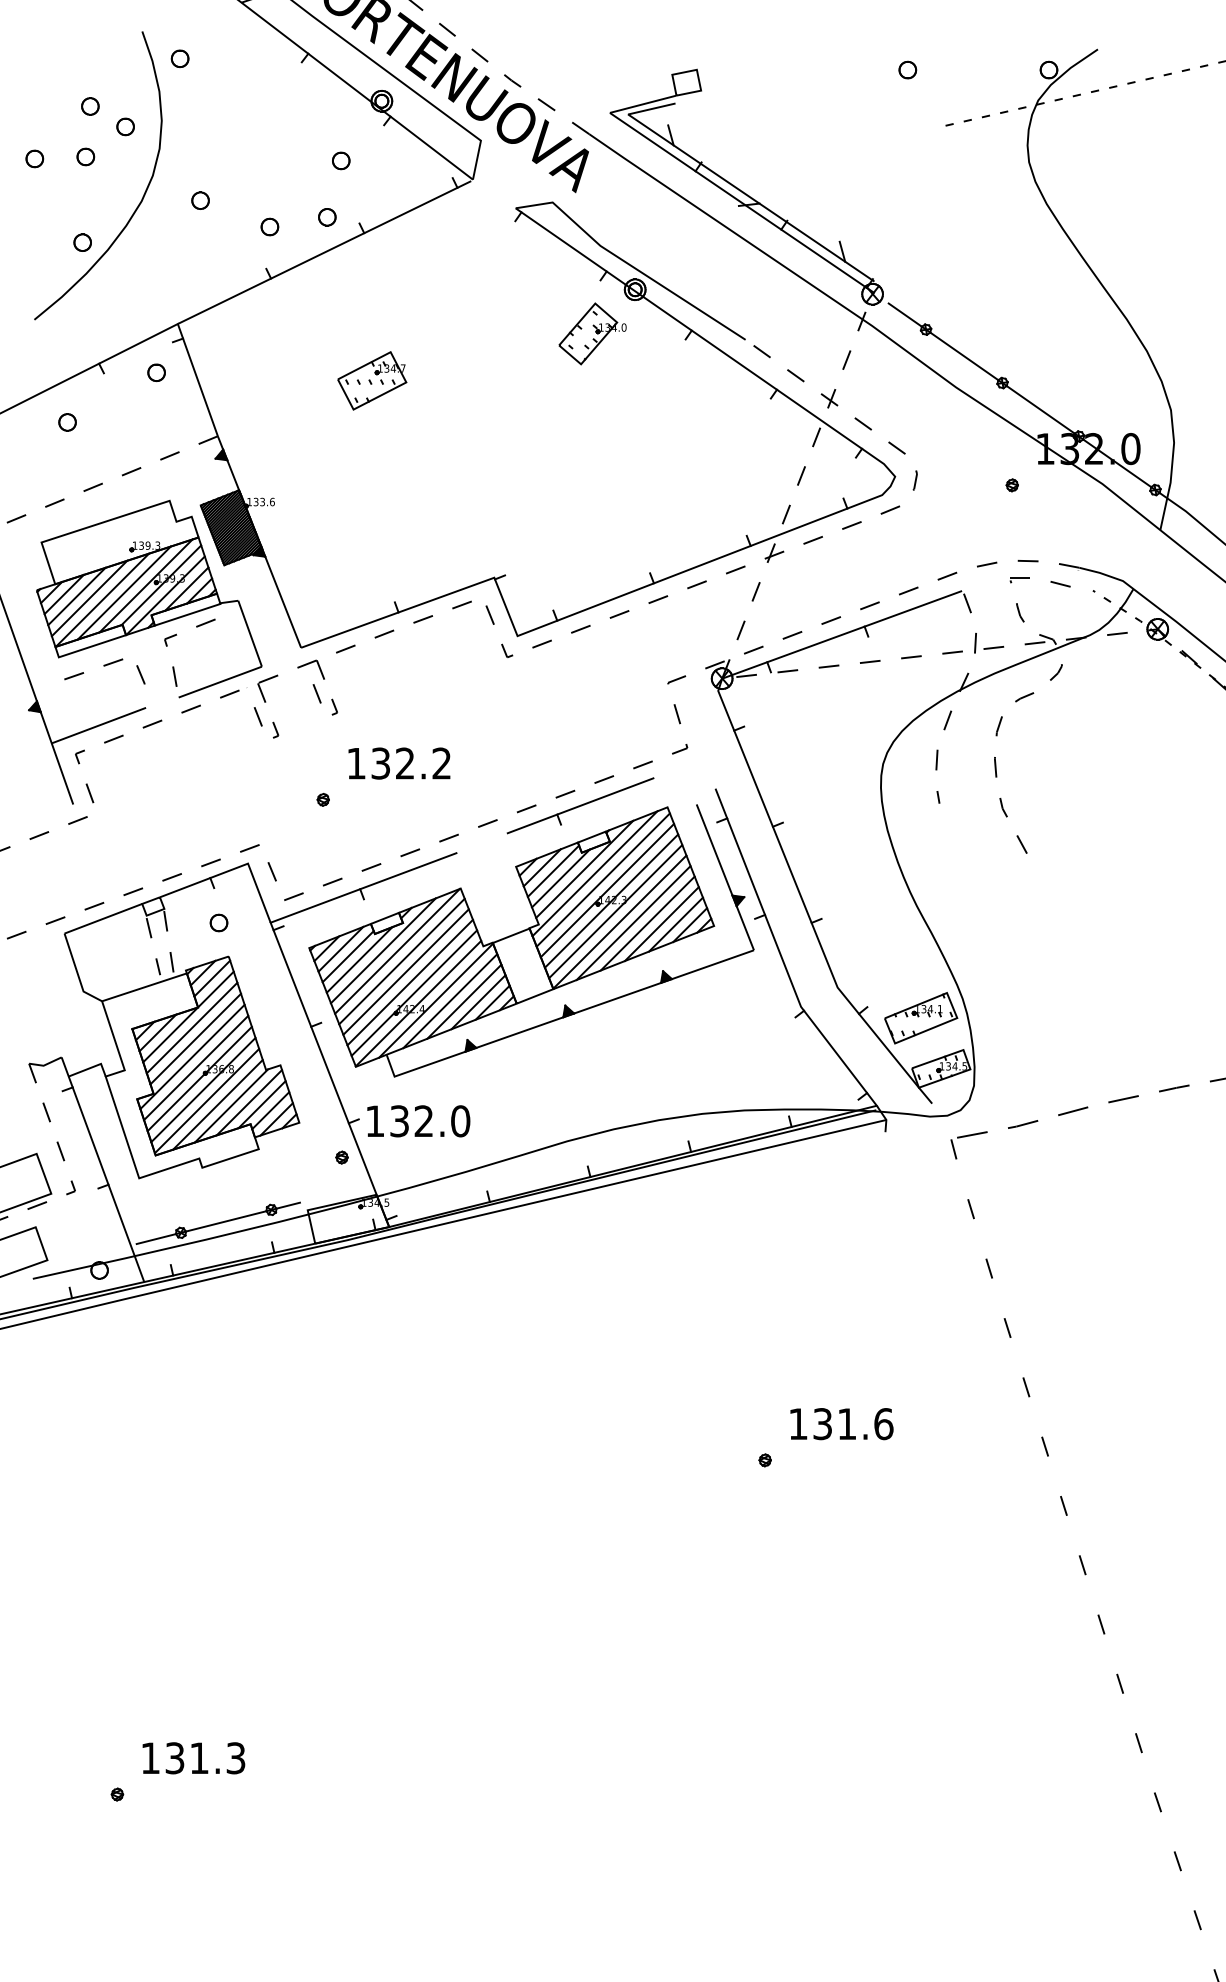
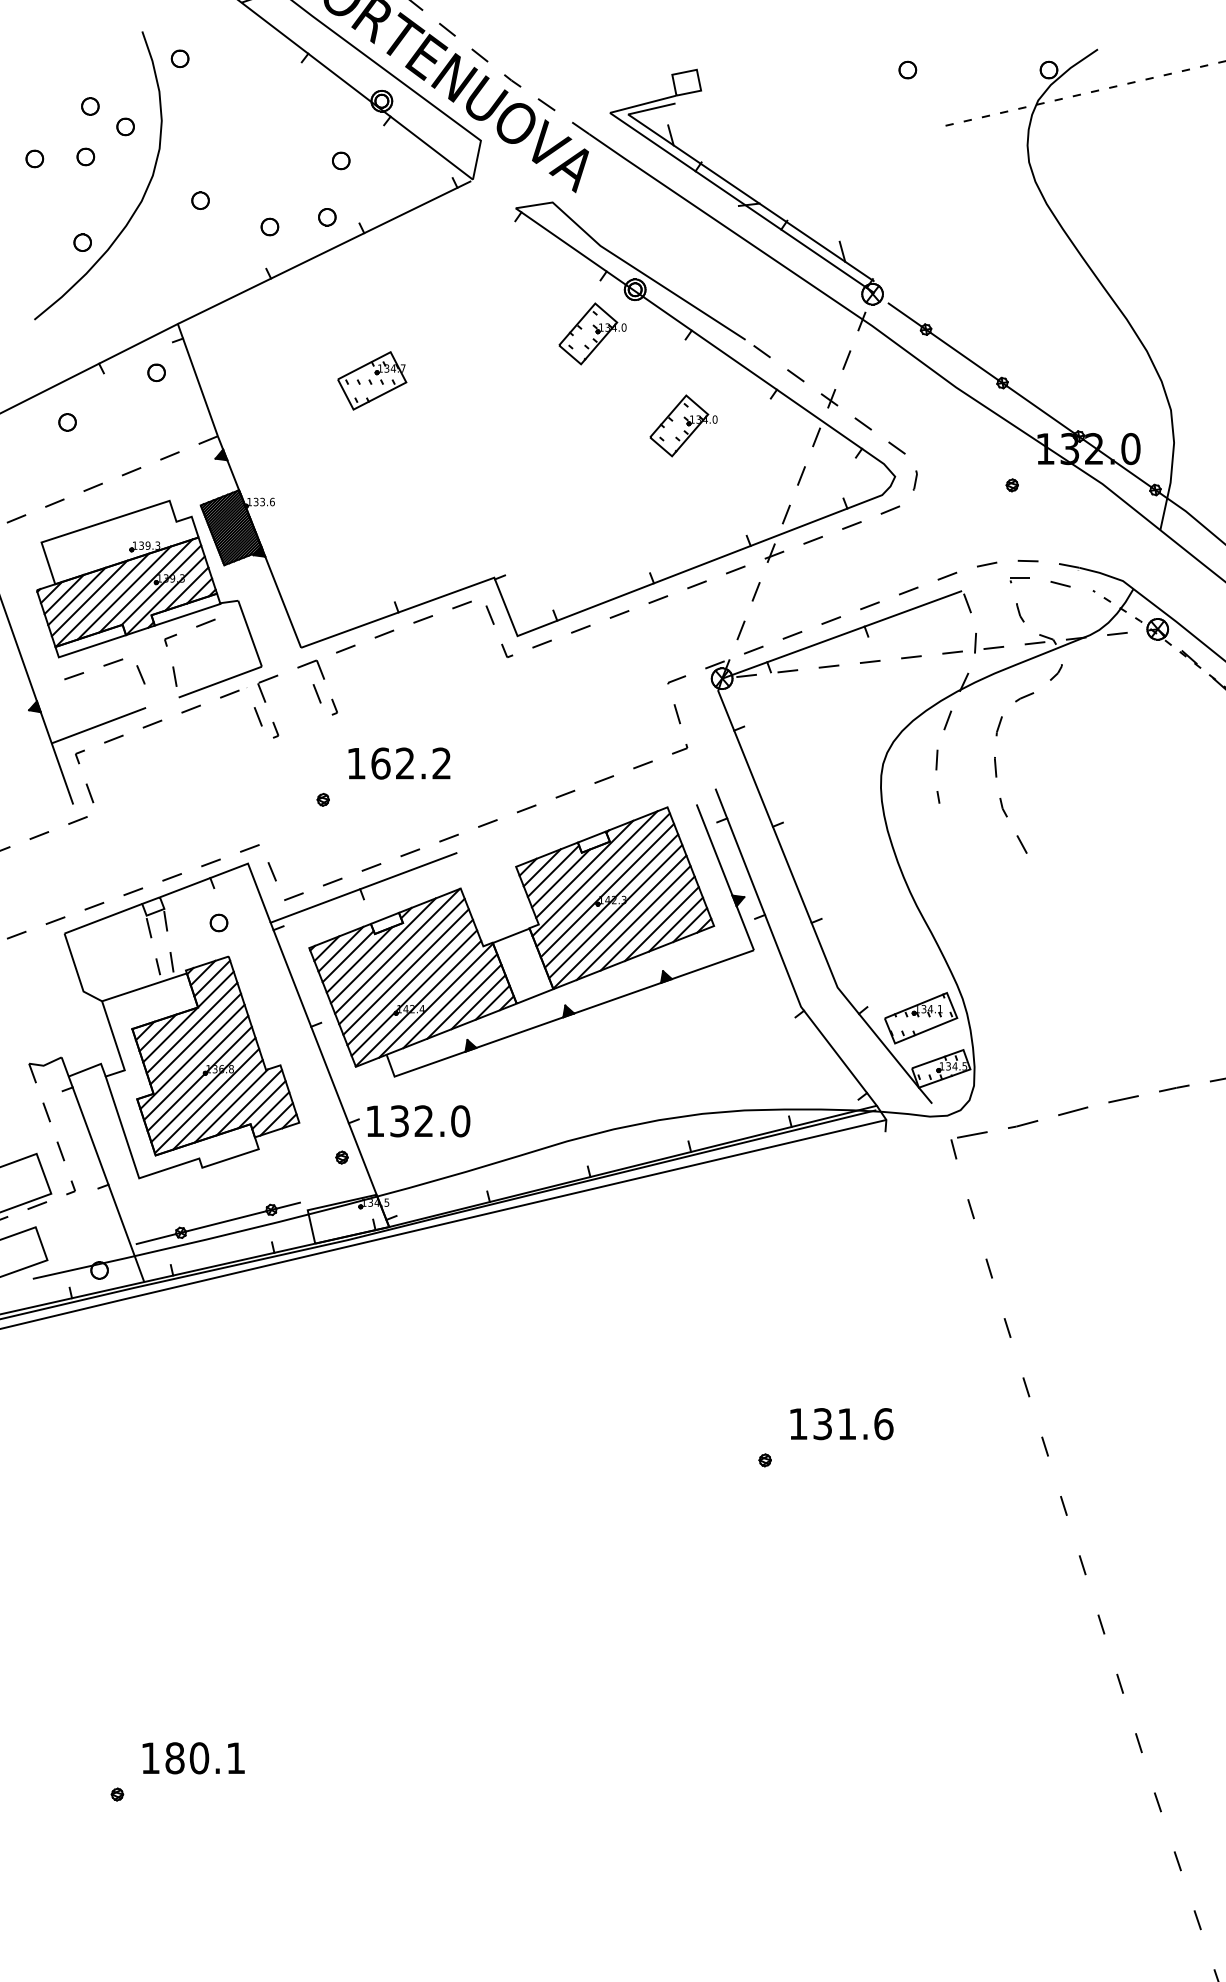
part at (683, 425): none -> present
text at (380, 763): 132.2 -> 162.2
part at (580, 805): present -> none
text at (205, 1758): 131.3 -> 180.1
